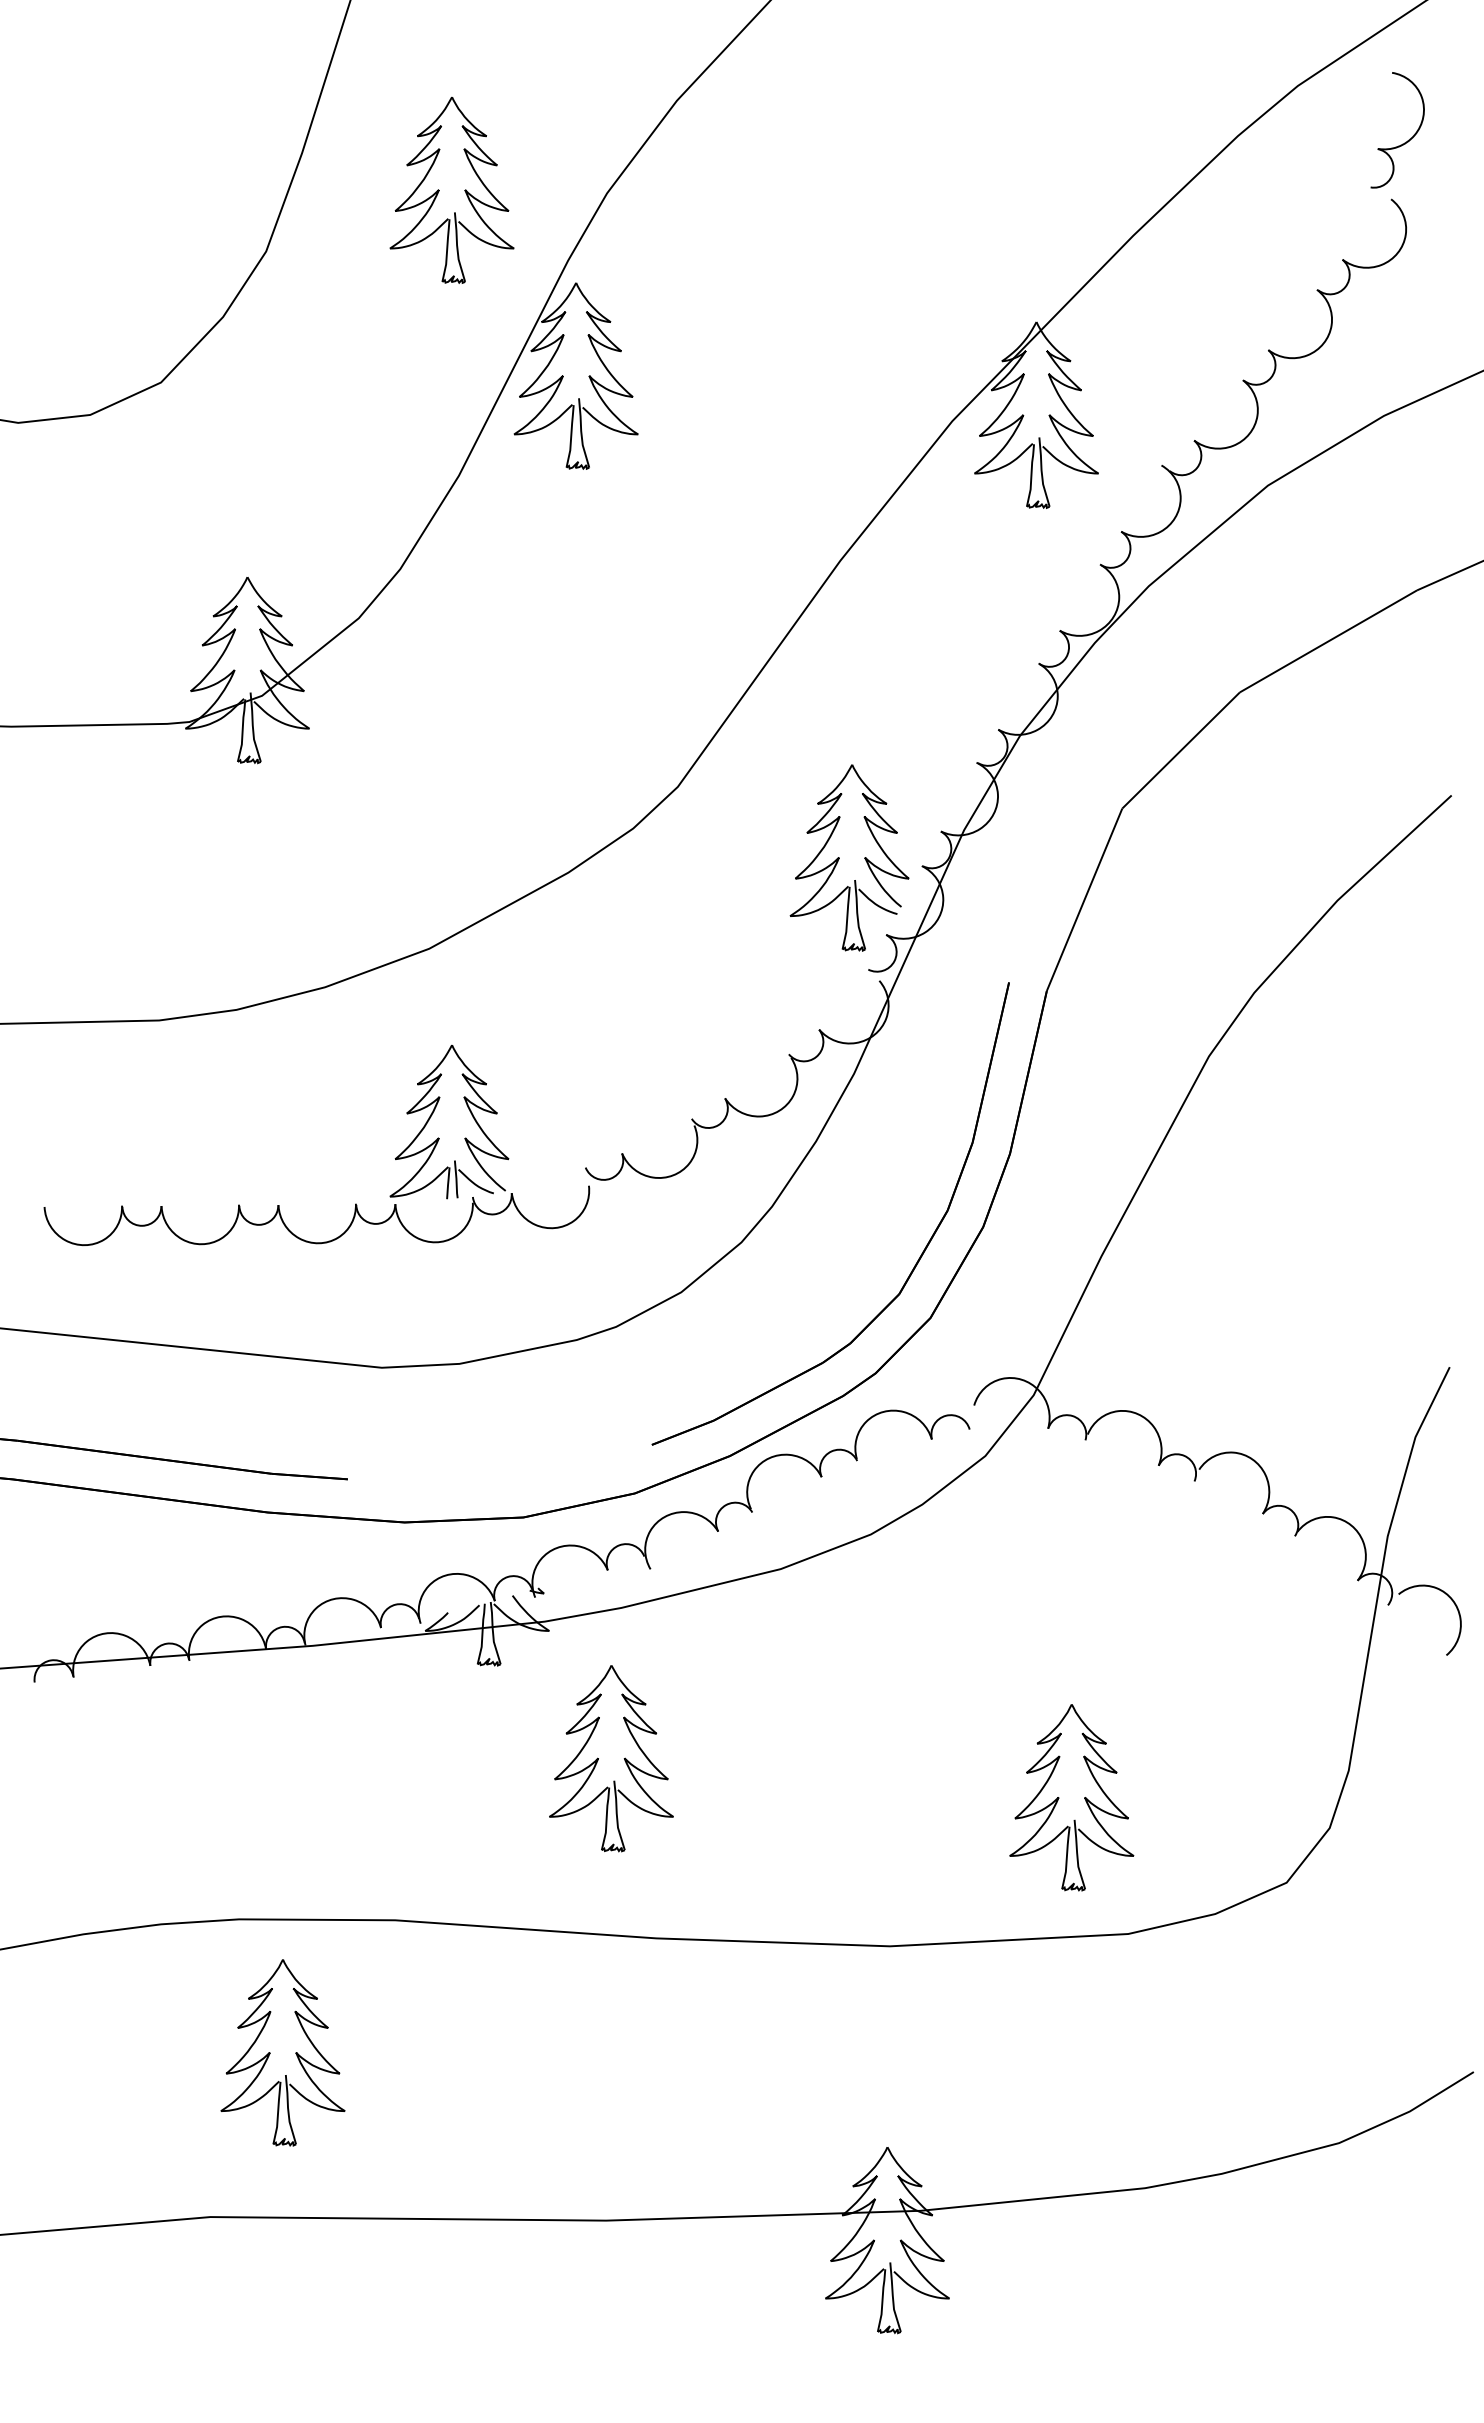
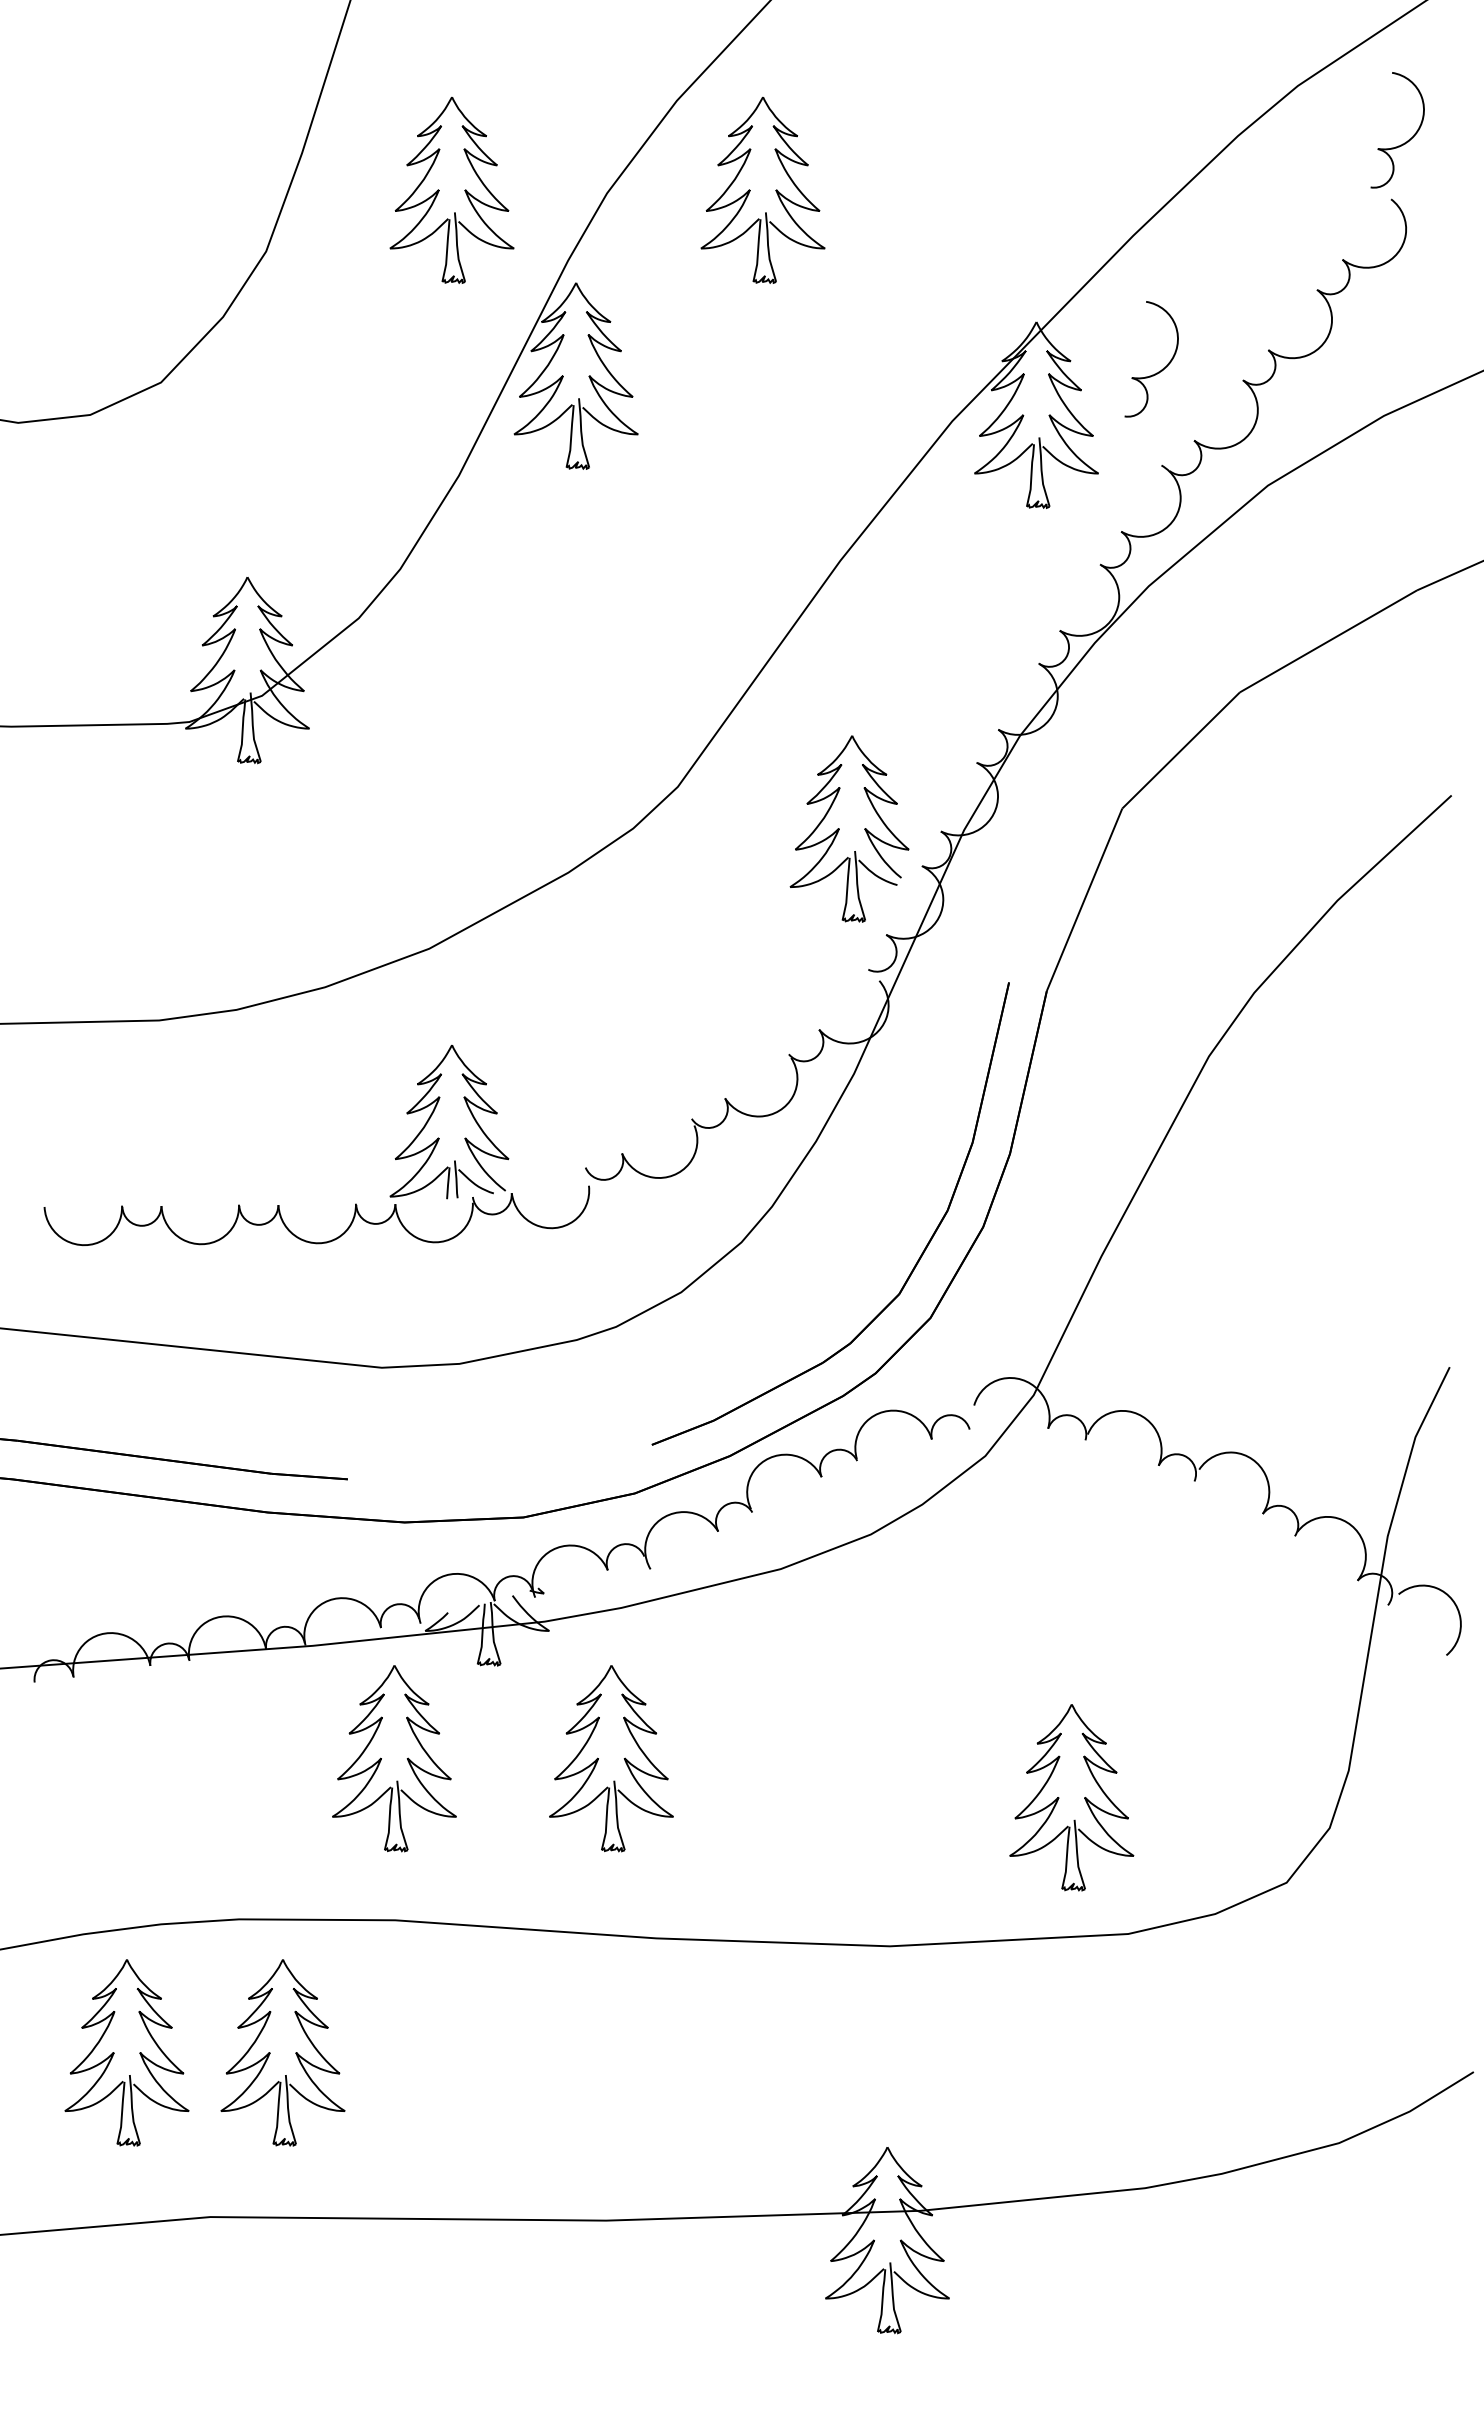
part at (750, 190): none -> present
part at (1158, 371): none -> present
part at (839, 857) position: (839, 857) -> (839, 828)
part at (394, 1758): none -> present
part at (114, 2052): none -> present
